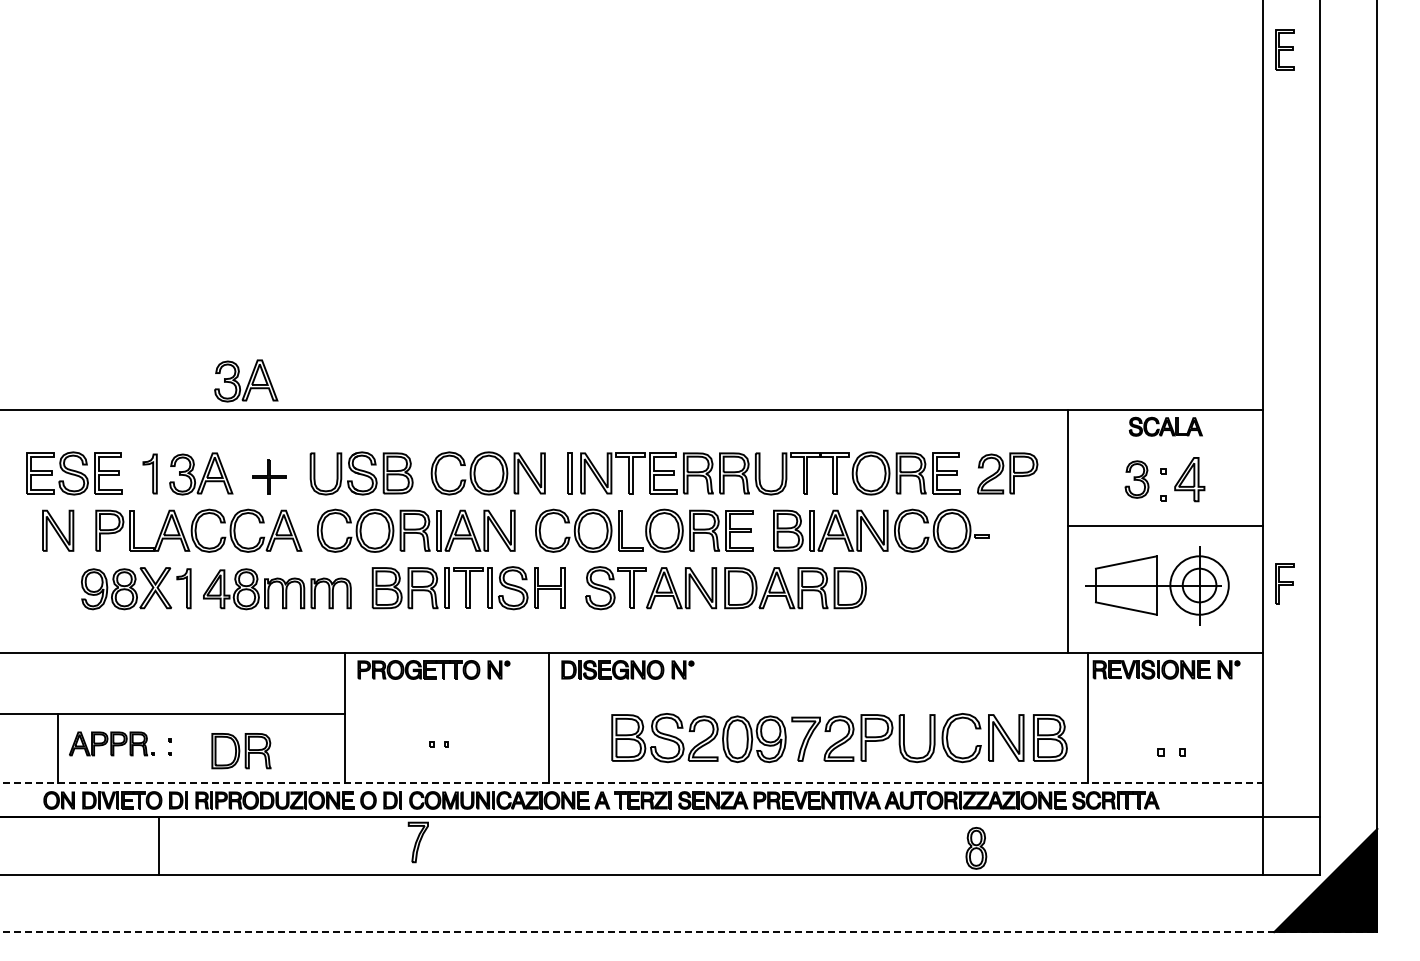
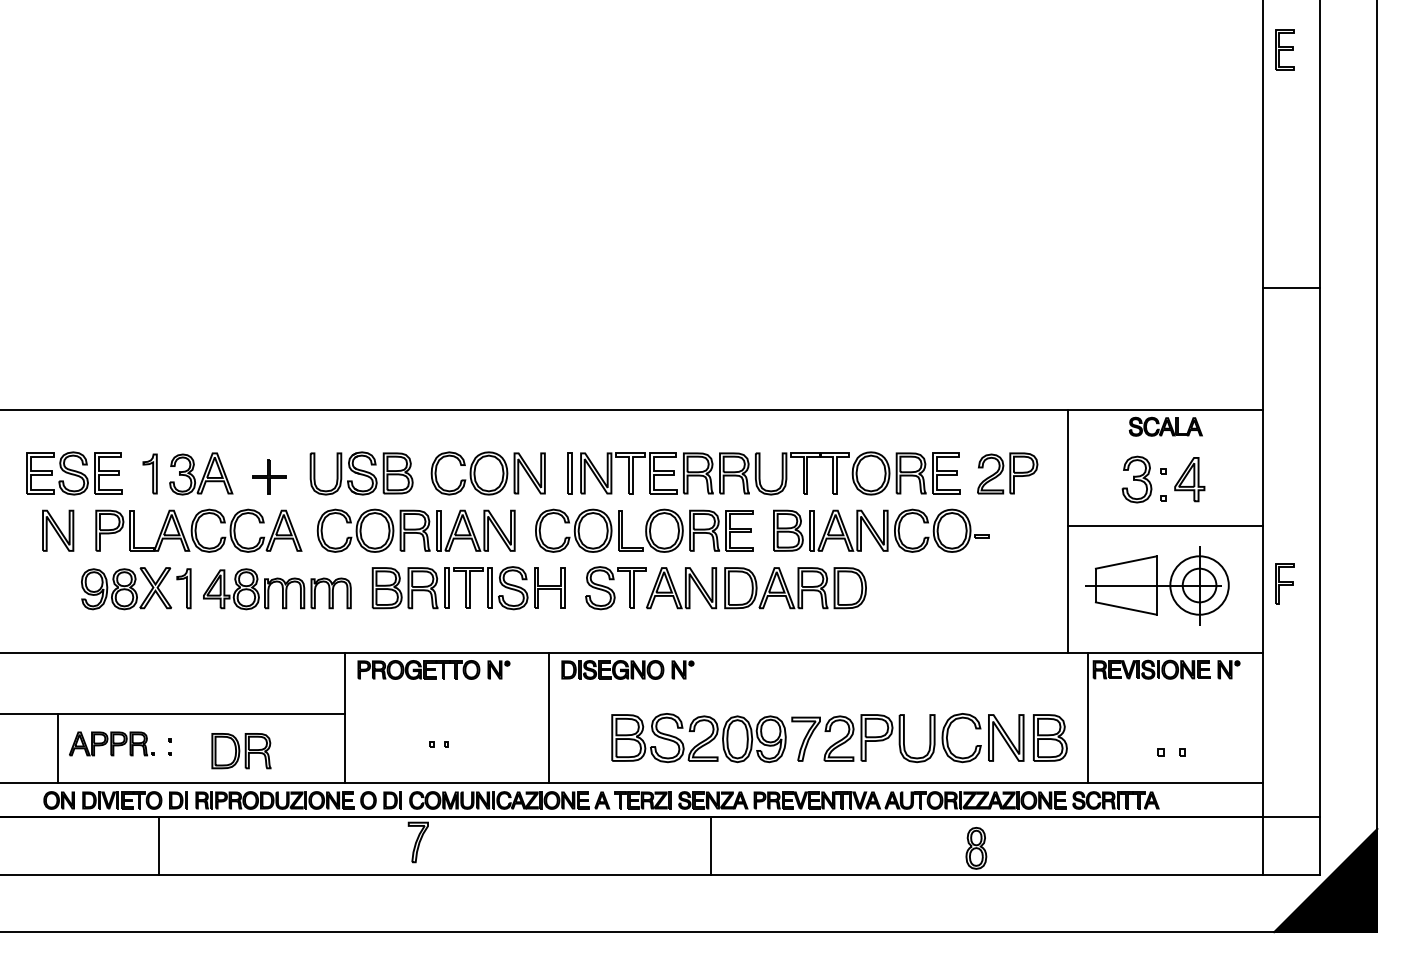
line at (1291, 287): none -> present
part at (246, 380): present -> none
part at (1136, 479) size: 26x39 px -> 32x49 px
line at (631, 783): dashed -> solid
line at (710, 845): none -> present
line at (689, 932): dashed -> solid
